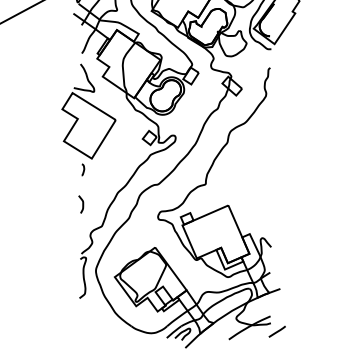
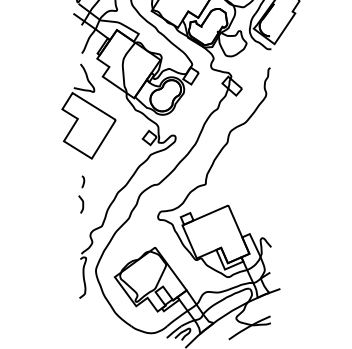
line at (21, 12): present -> none
curve at (83, 169) position: (83, 169) -> (83, 181)
line at (276, 331): present -> none
